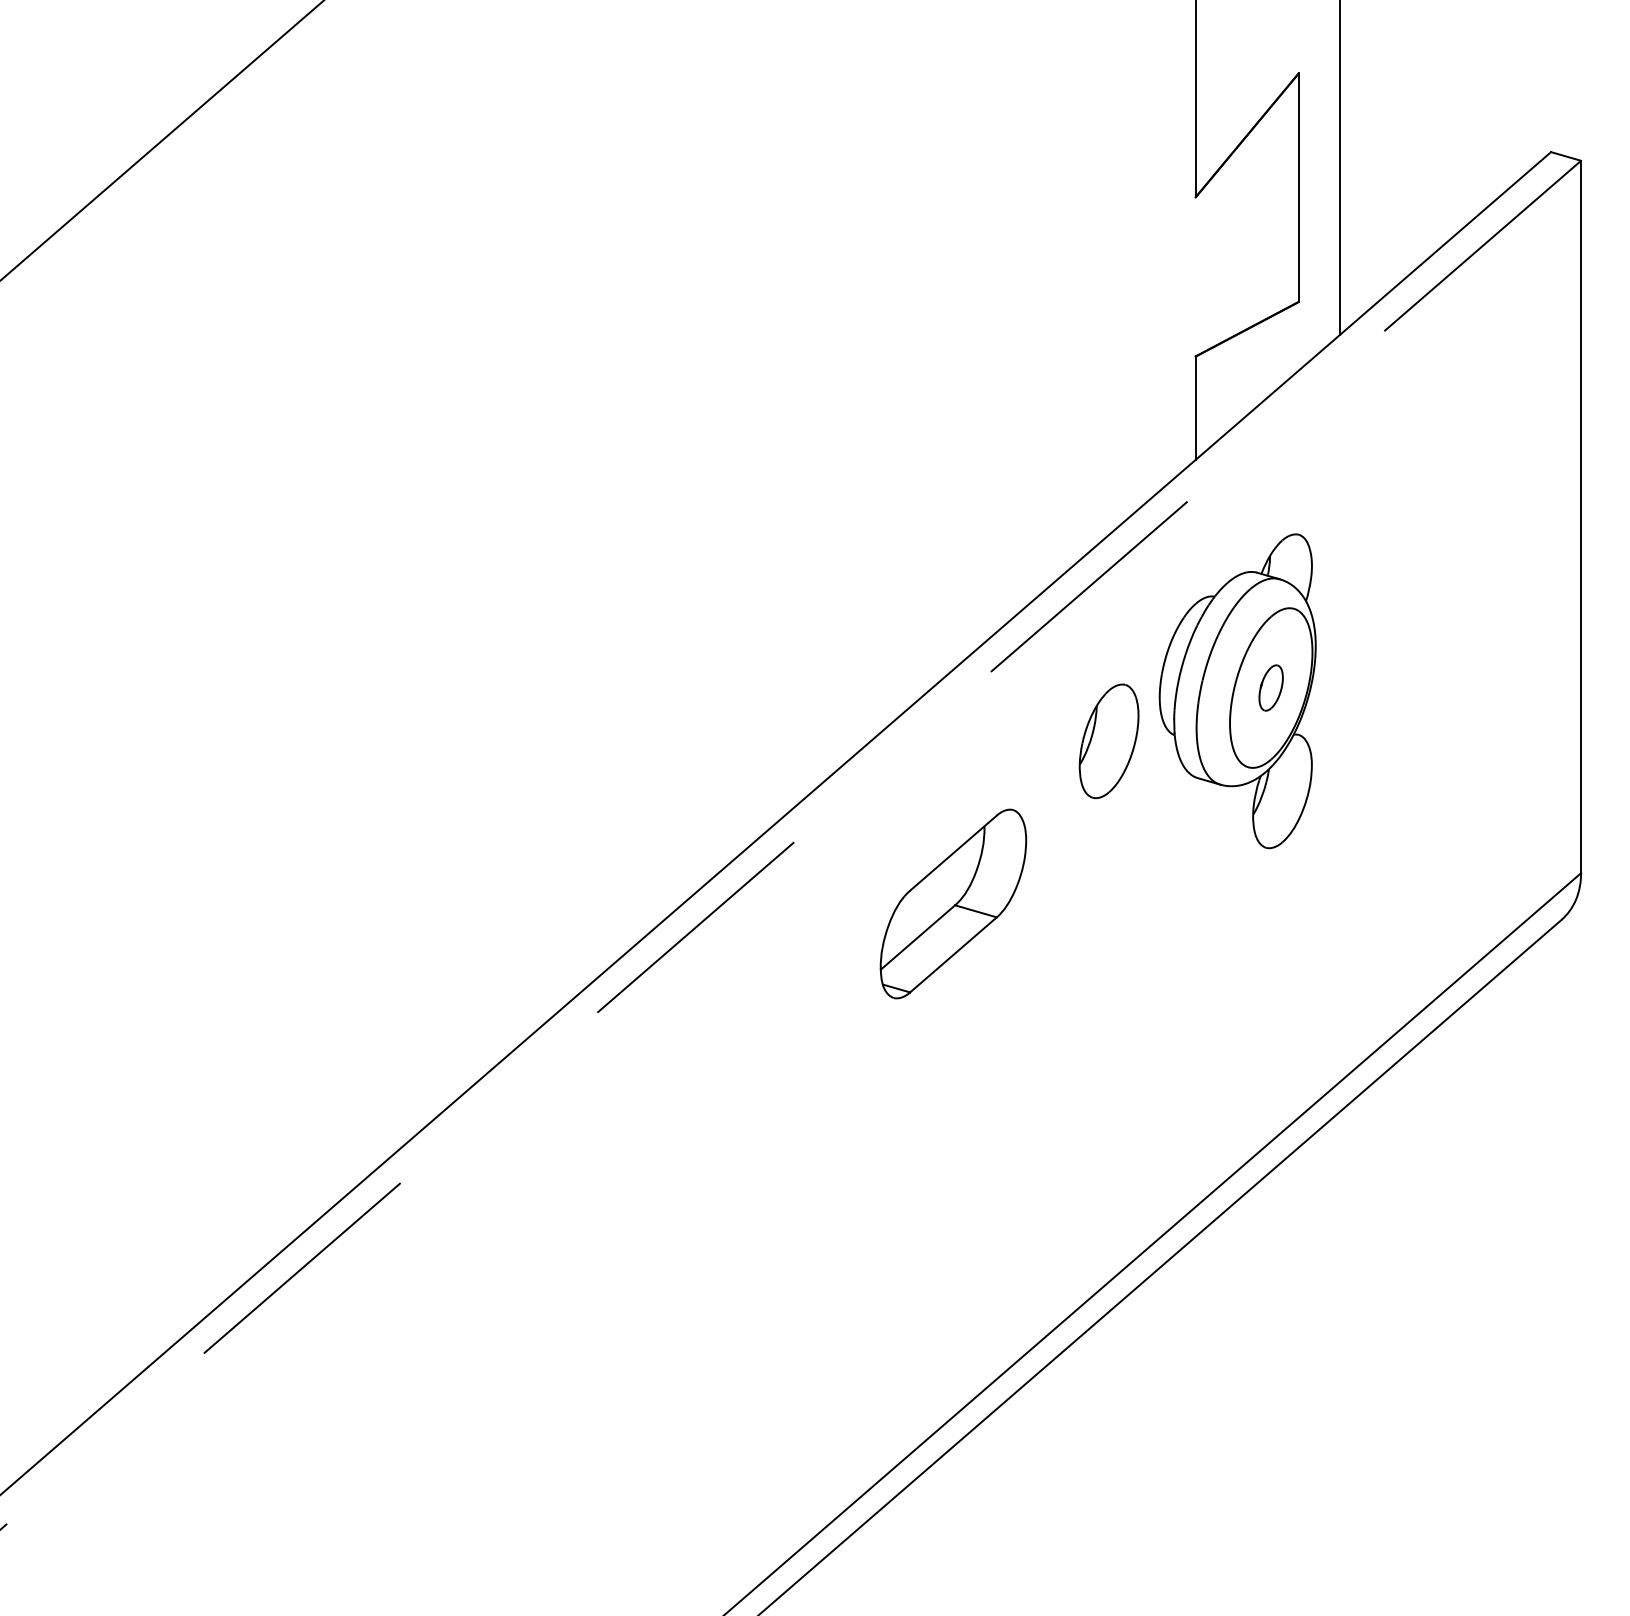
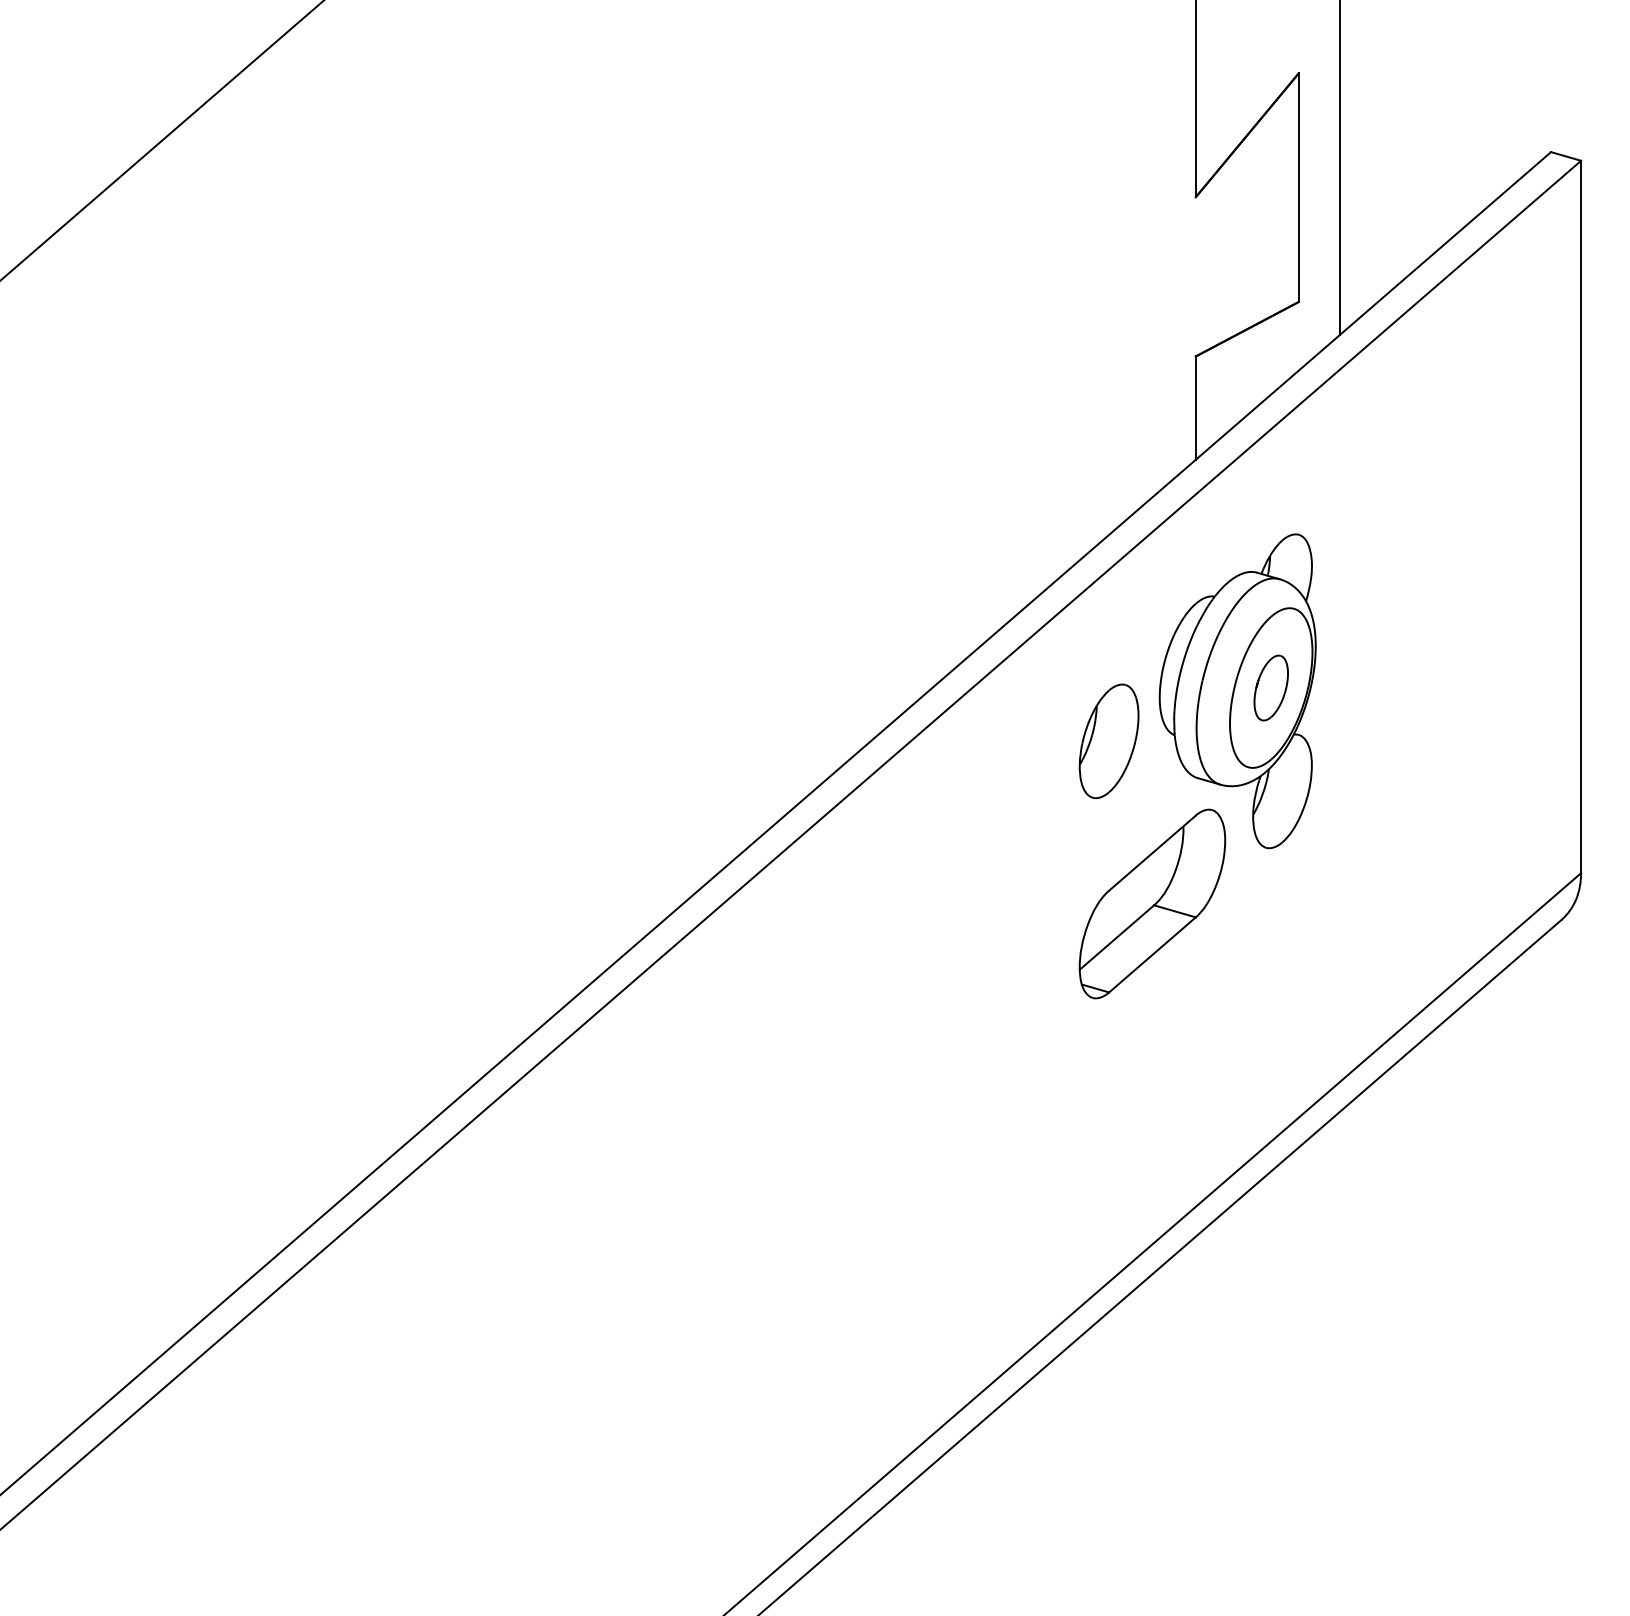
part at (1270, 687) size: 26x48 px -> 36x68 px
line at (790, 845): dashed -> solid
part at (953, 903) position: (953, 903) -> (1152, 903)
